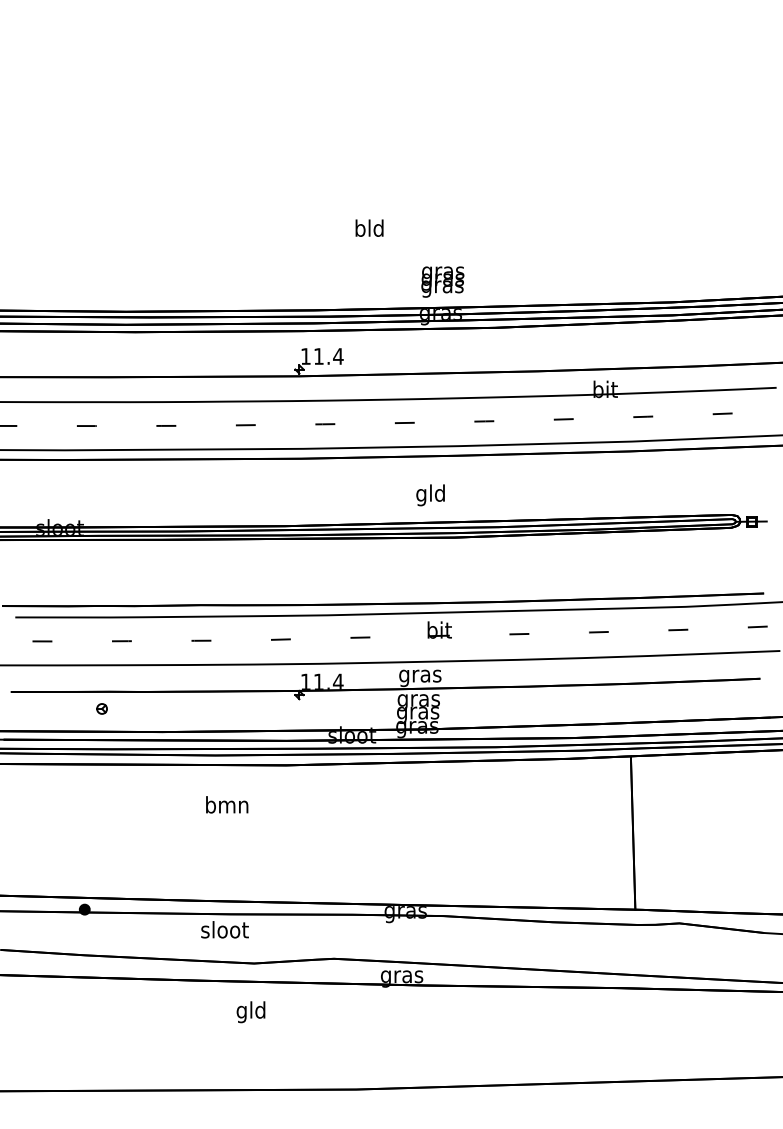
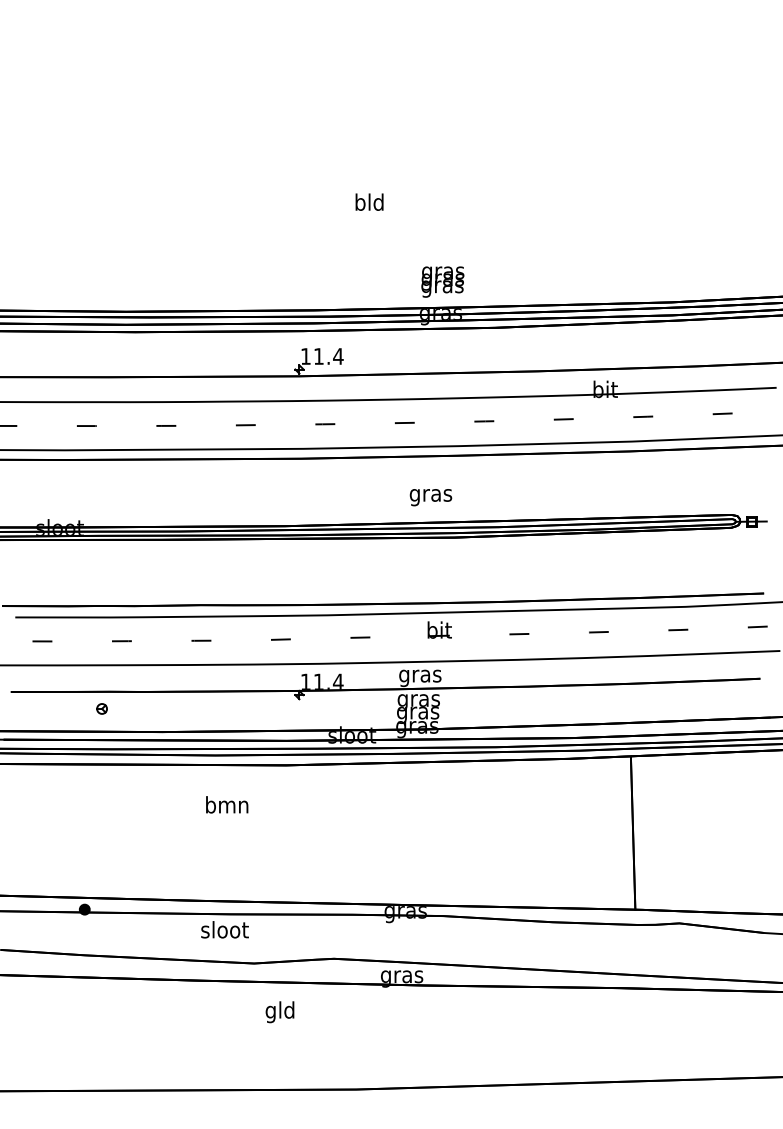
text at (369, 227) position: (369, 227) -> (369, 201)
text at (430, 495): gld -> gras
text at (250, 1012) position: (250, 1012) -> (279, 1012)
